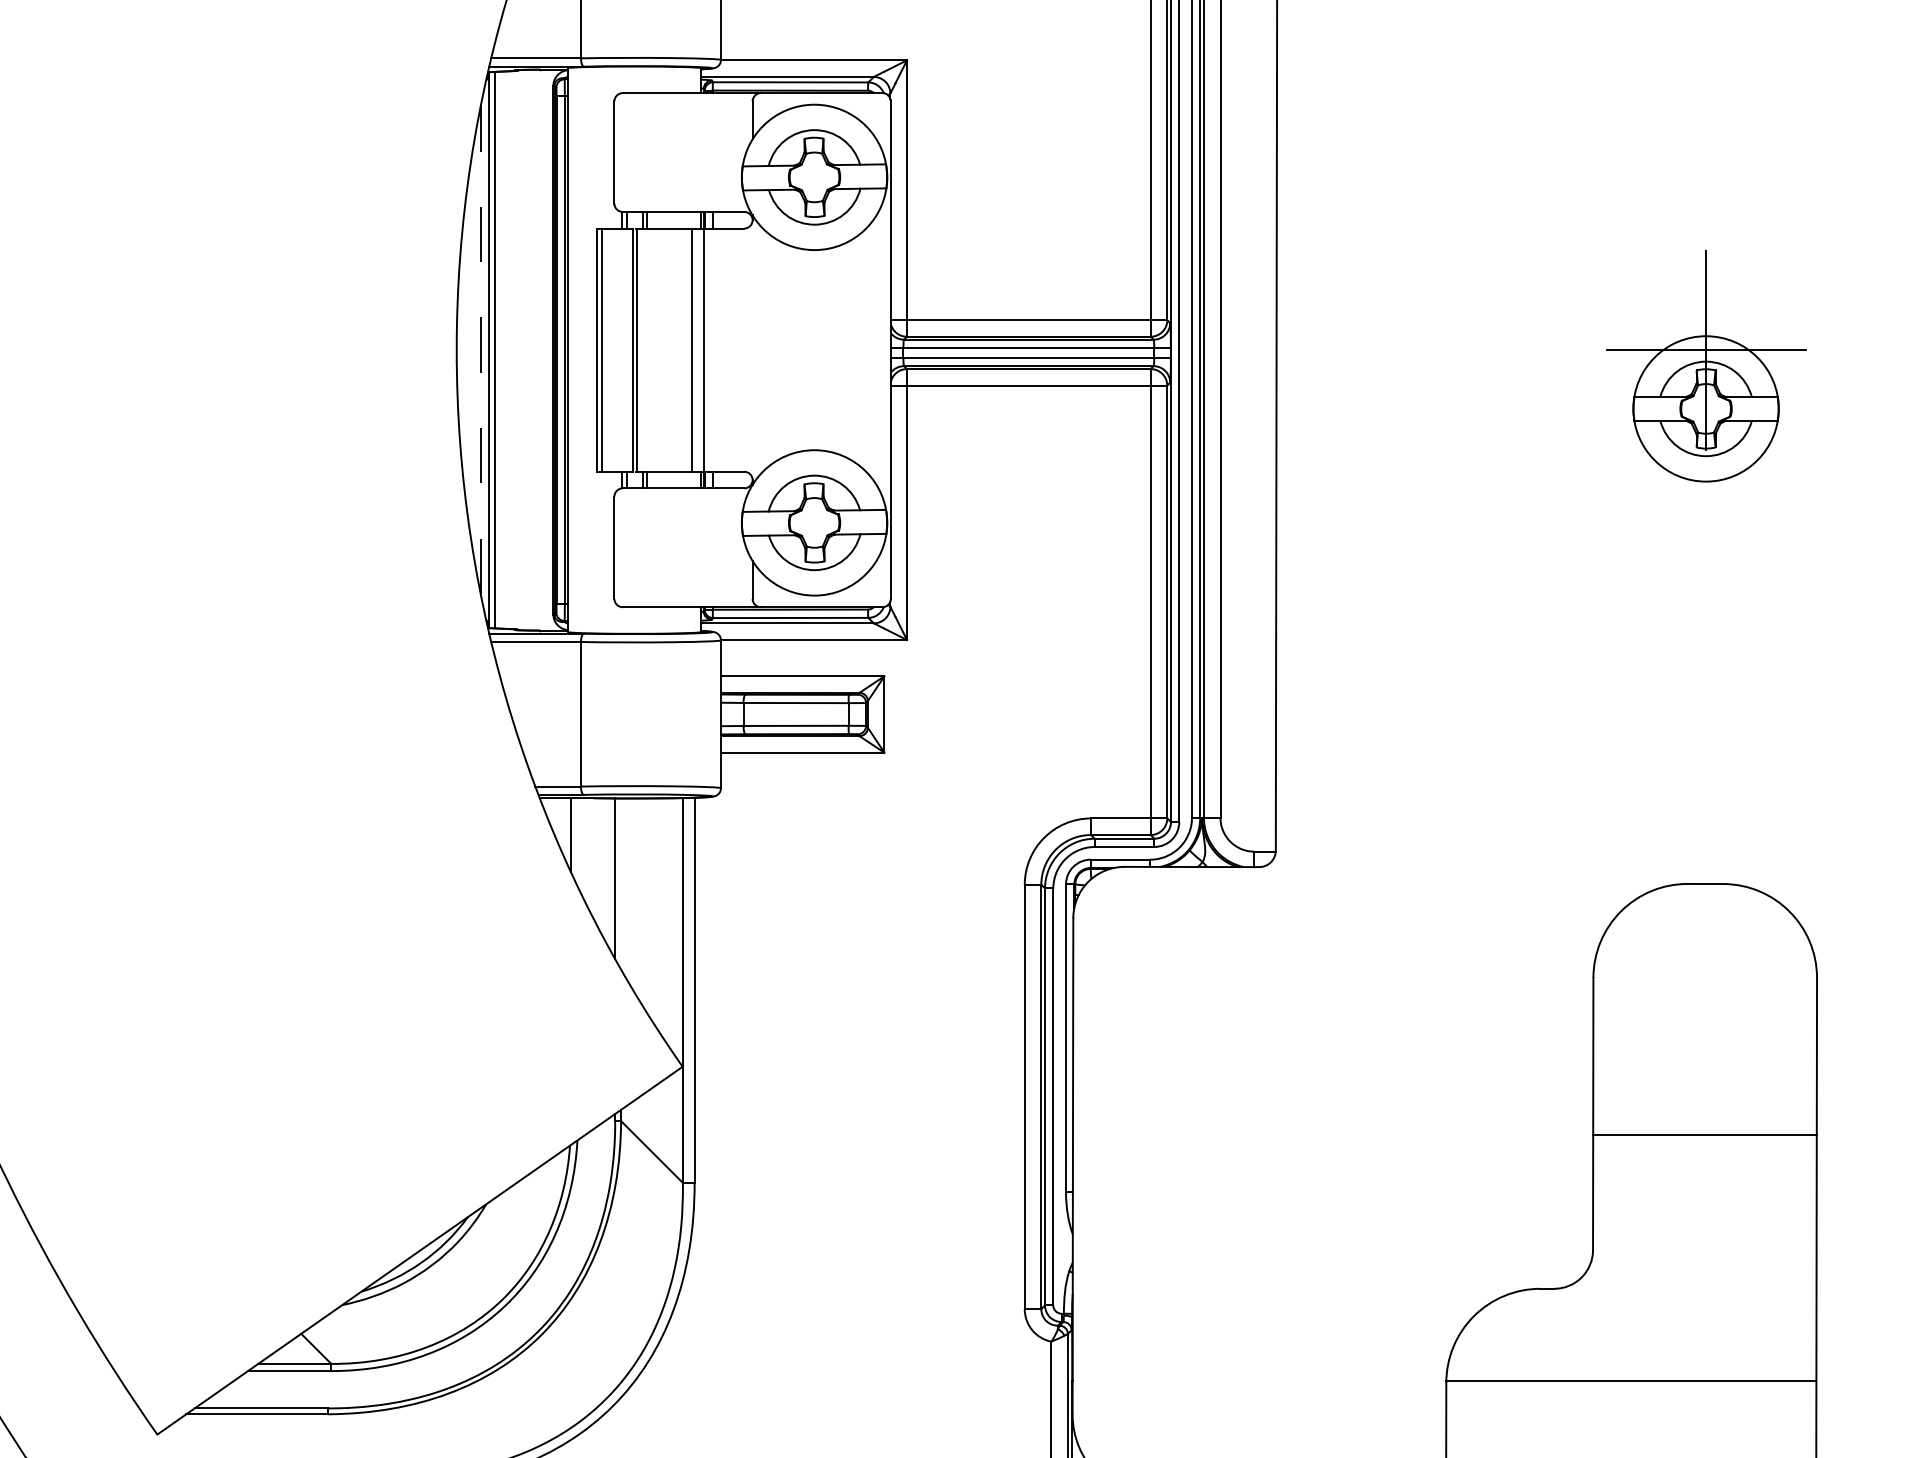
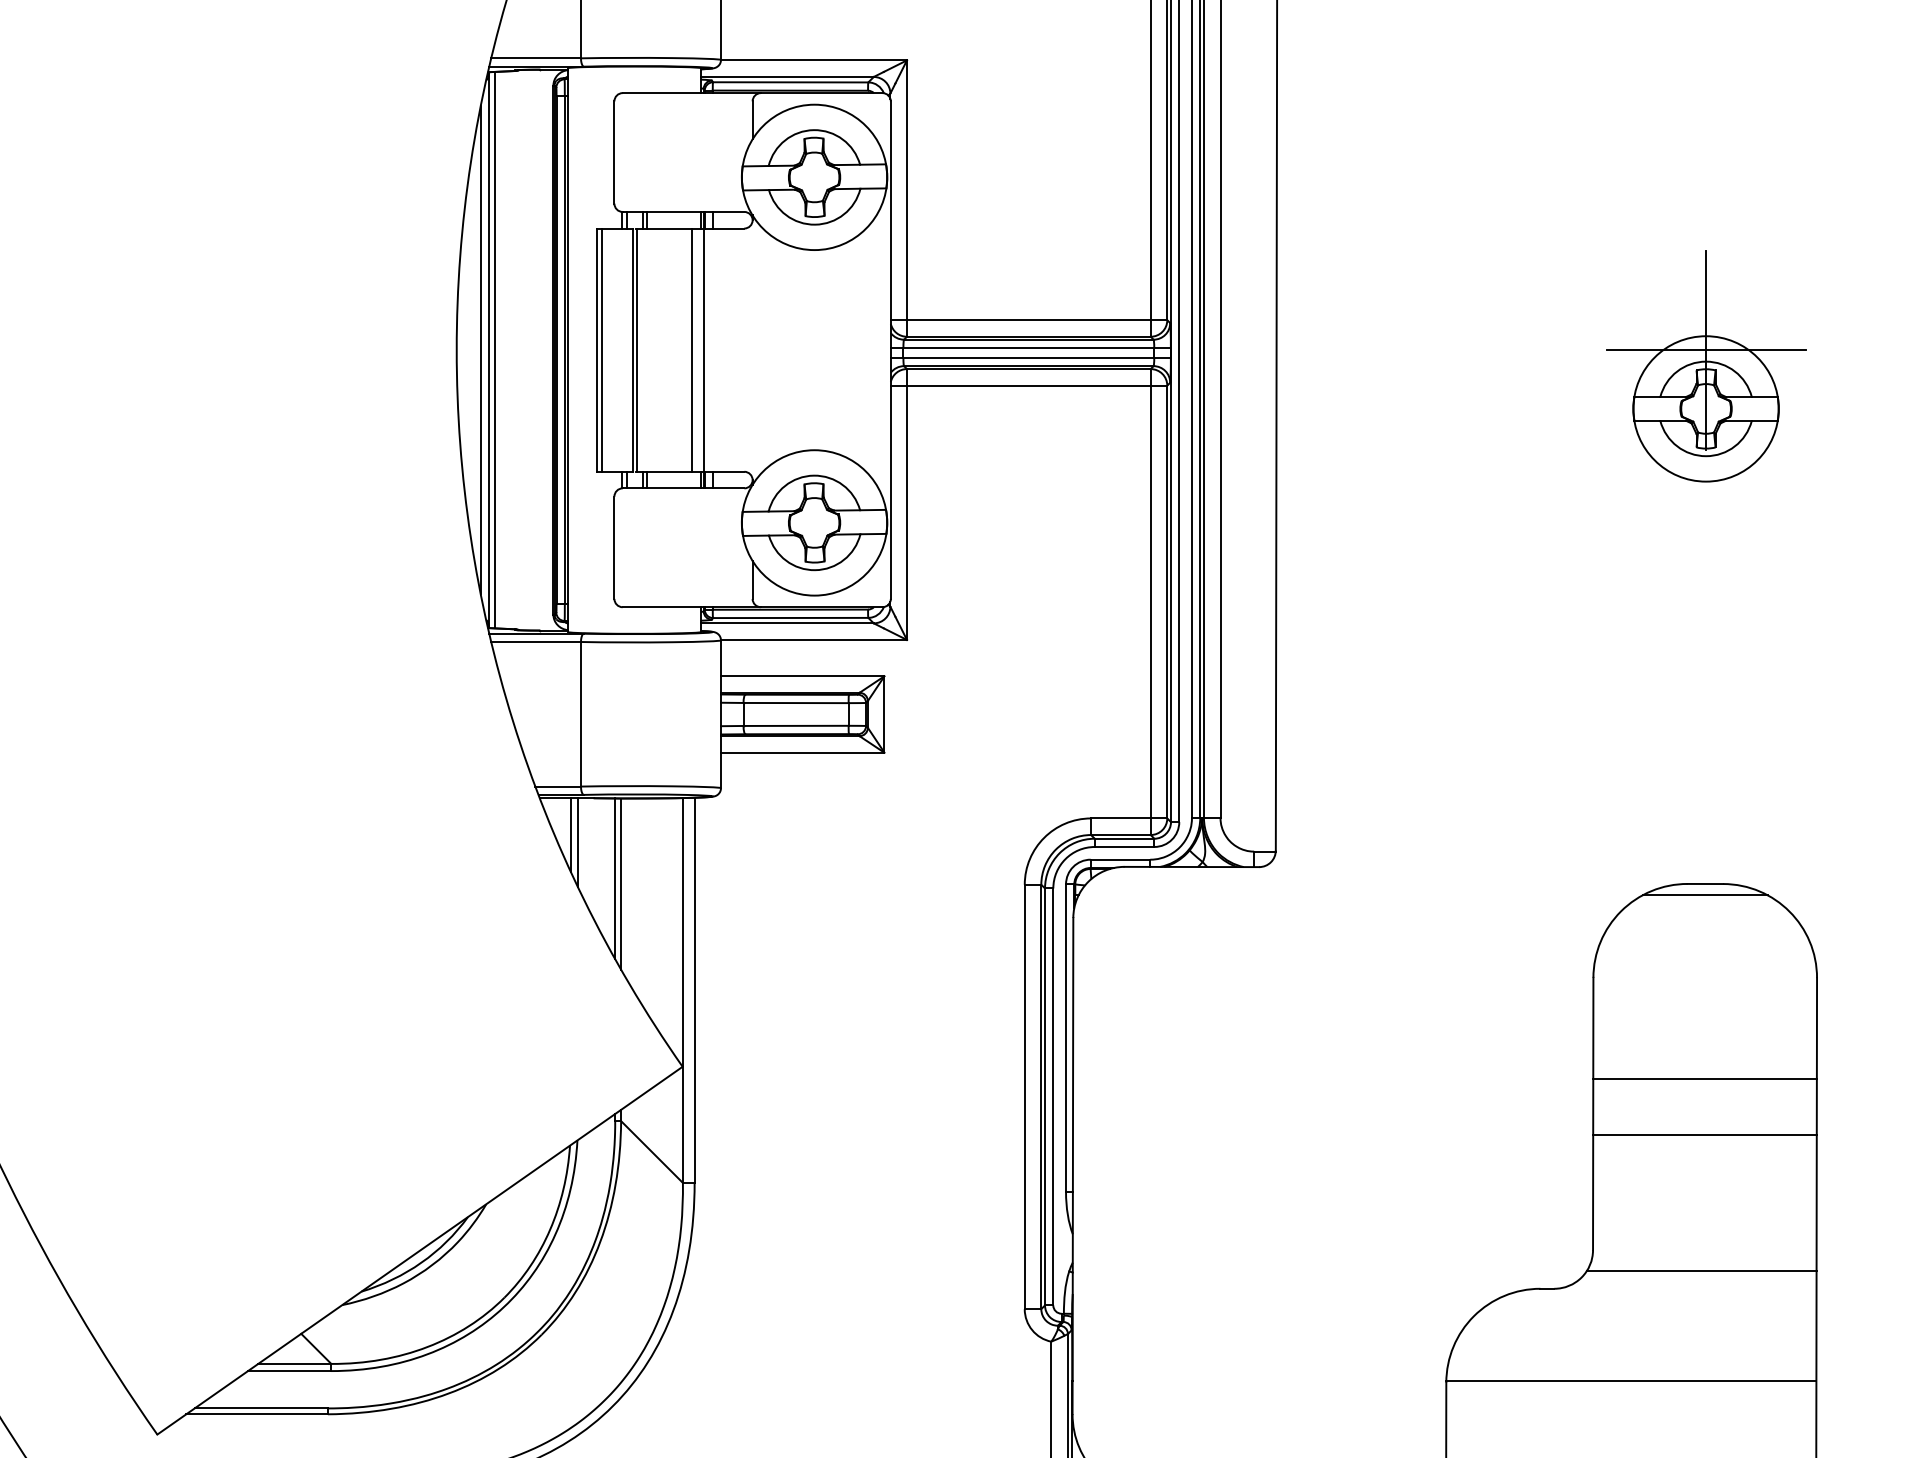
line at (480, 350): dashed -> solid
line at (577, 842): none -> present
line at (621, 883): none -> present
line at (1704, 895): none -> present
line at (1704, 1079): none -> present
line at (1701, 1271): none -> present
